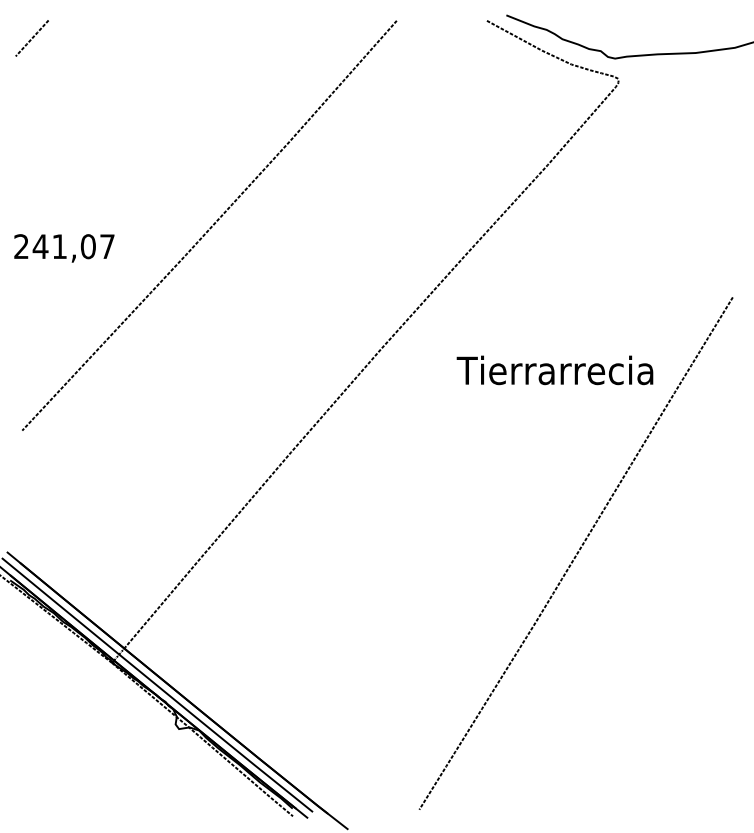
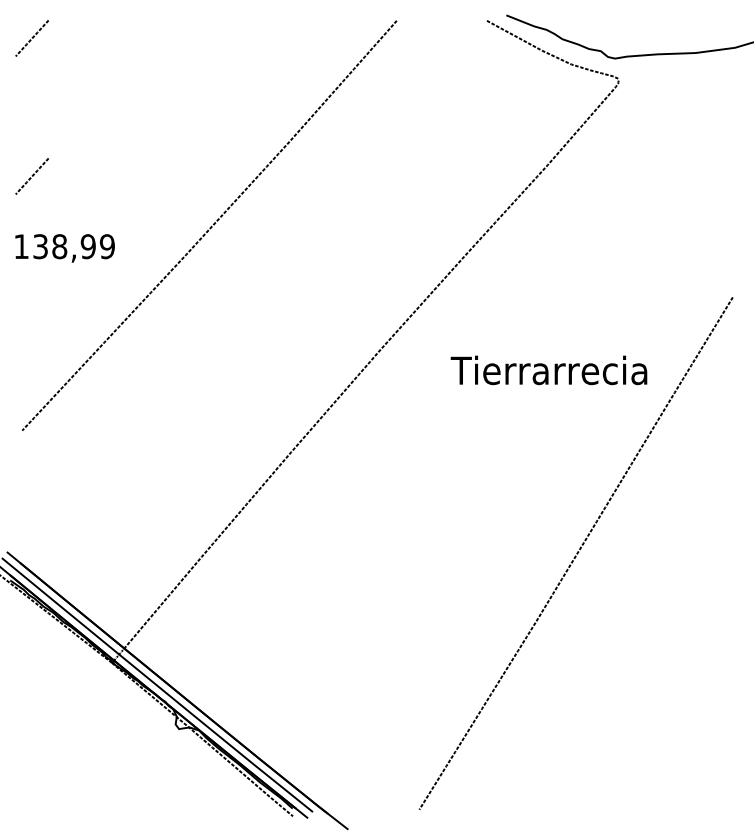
line at (31, 175): none -> present
text at (64, 246): 241,07 -> 138,99
text at (554, 370) position: (554, 370) -> (548, 370)
